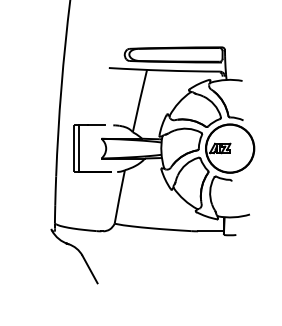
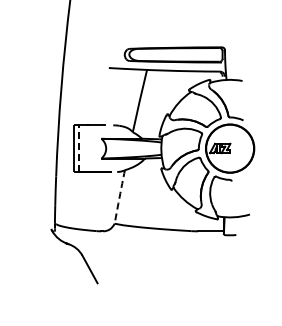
line at (79, 148): solid -> dashed
arc at (119, 196): solid -> dashed
